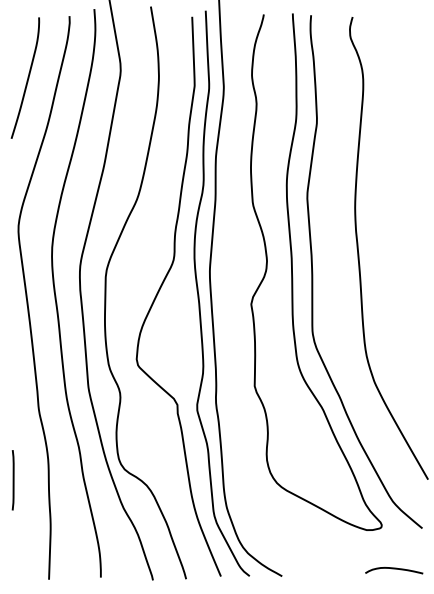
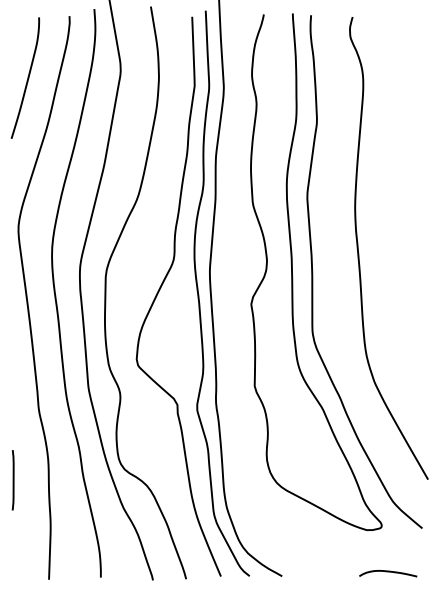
curve at (394, 569) position: (394, 569) -> (388, 572)
